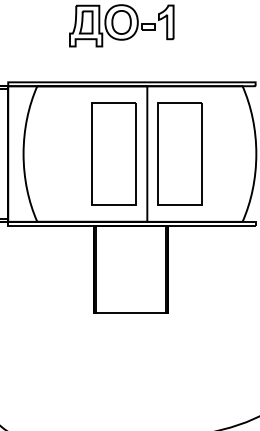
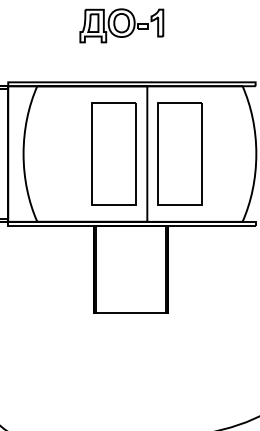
part at (121, 25) size: 106x44 px -> 86x36 px
